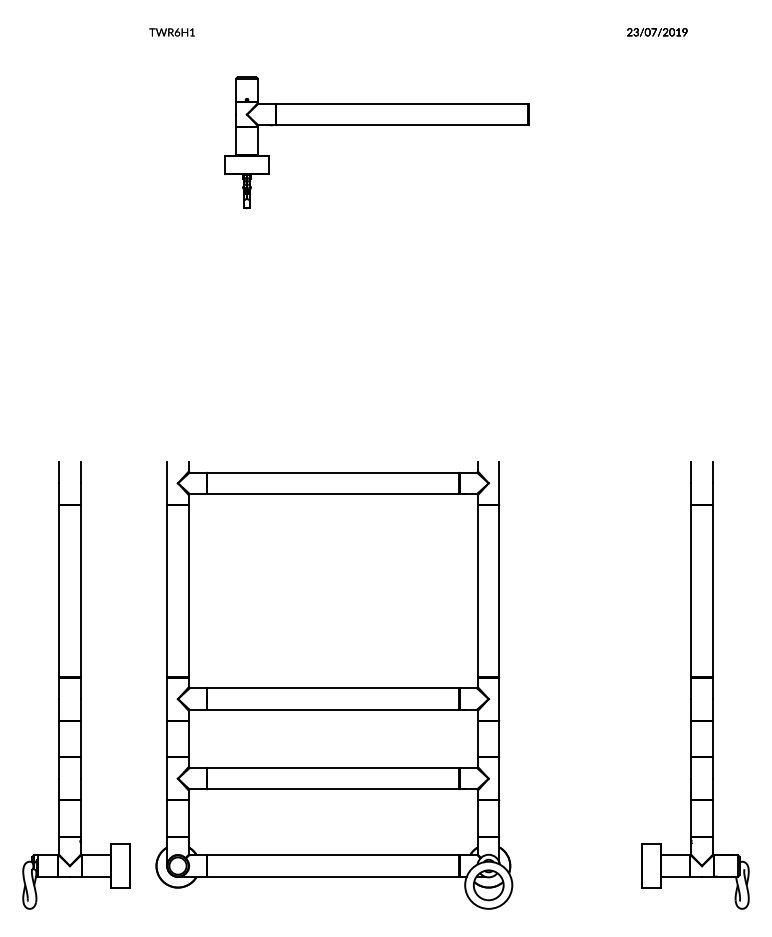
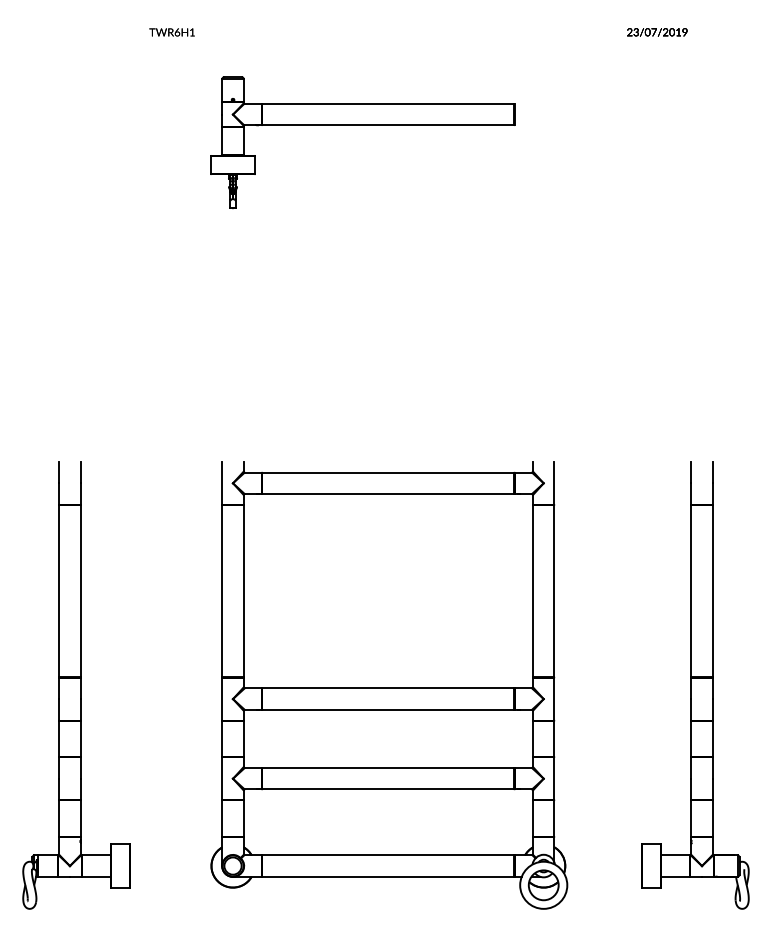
part at (376, 125) position: (376, 125) -> (362, 125)
part at (334, 685) position: (334, 685) -> (389, 685)
